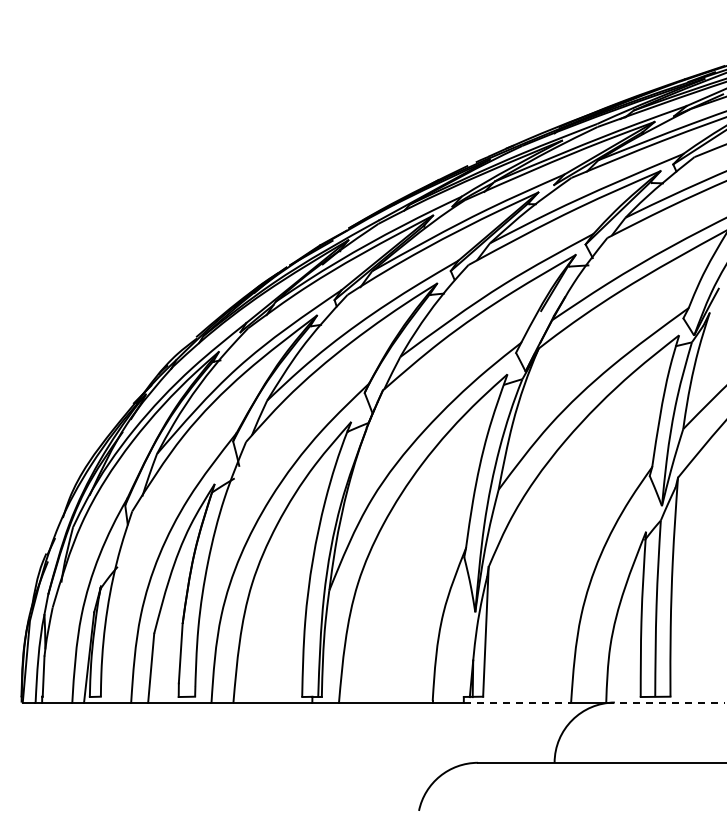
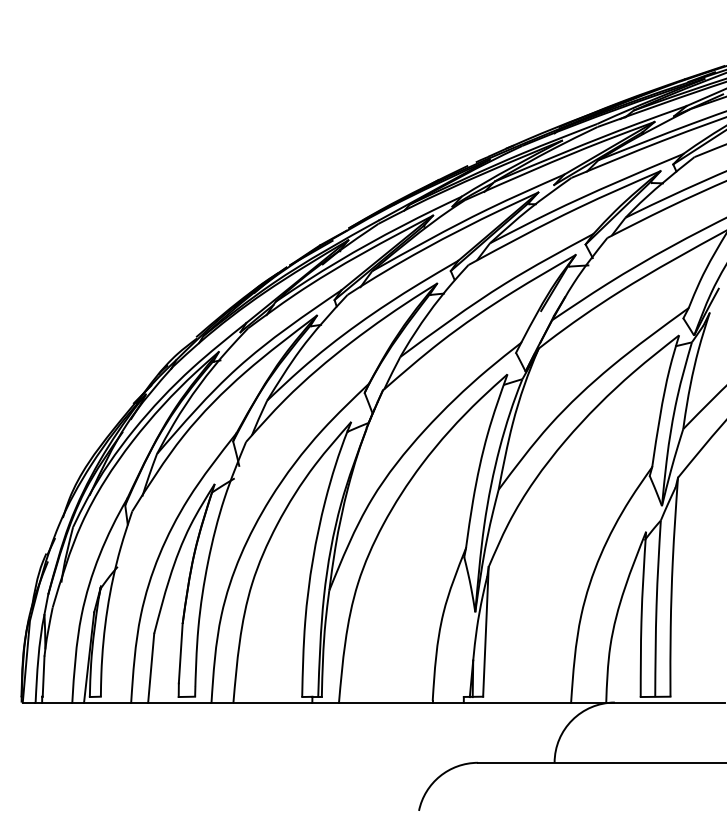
line at (517, 702): dashed -> solid
line at (666, 702): dashed -> solid
